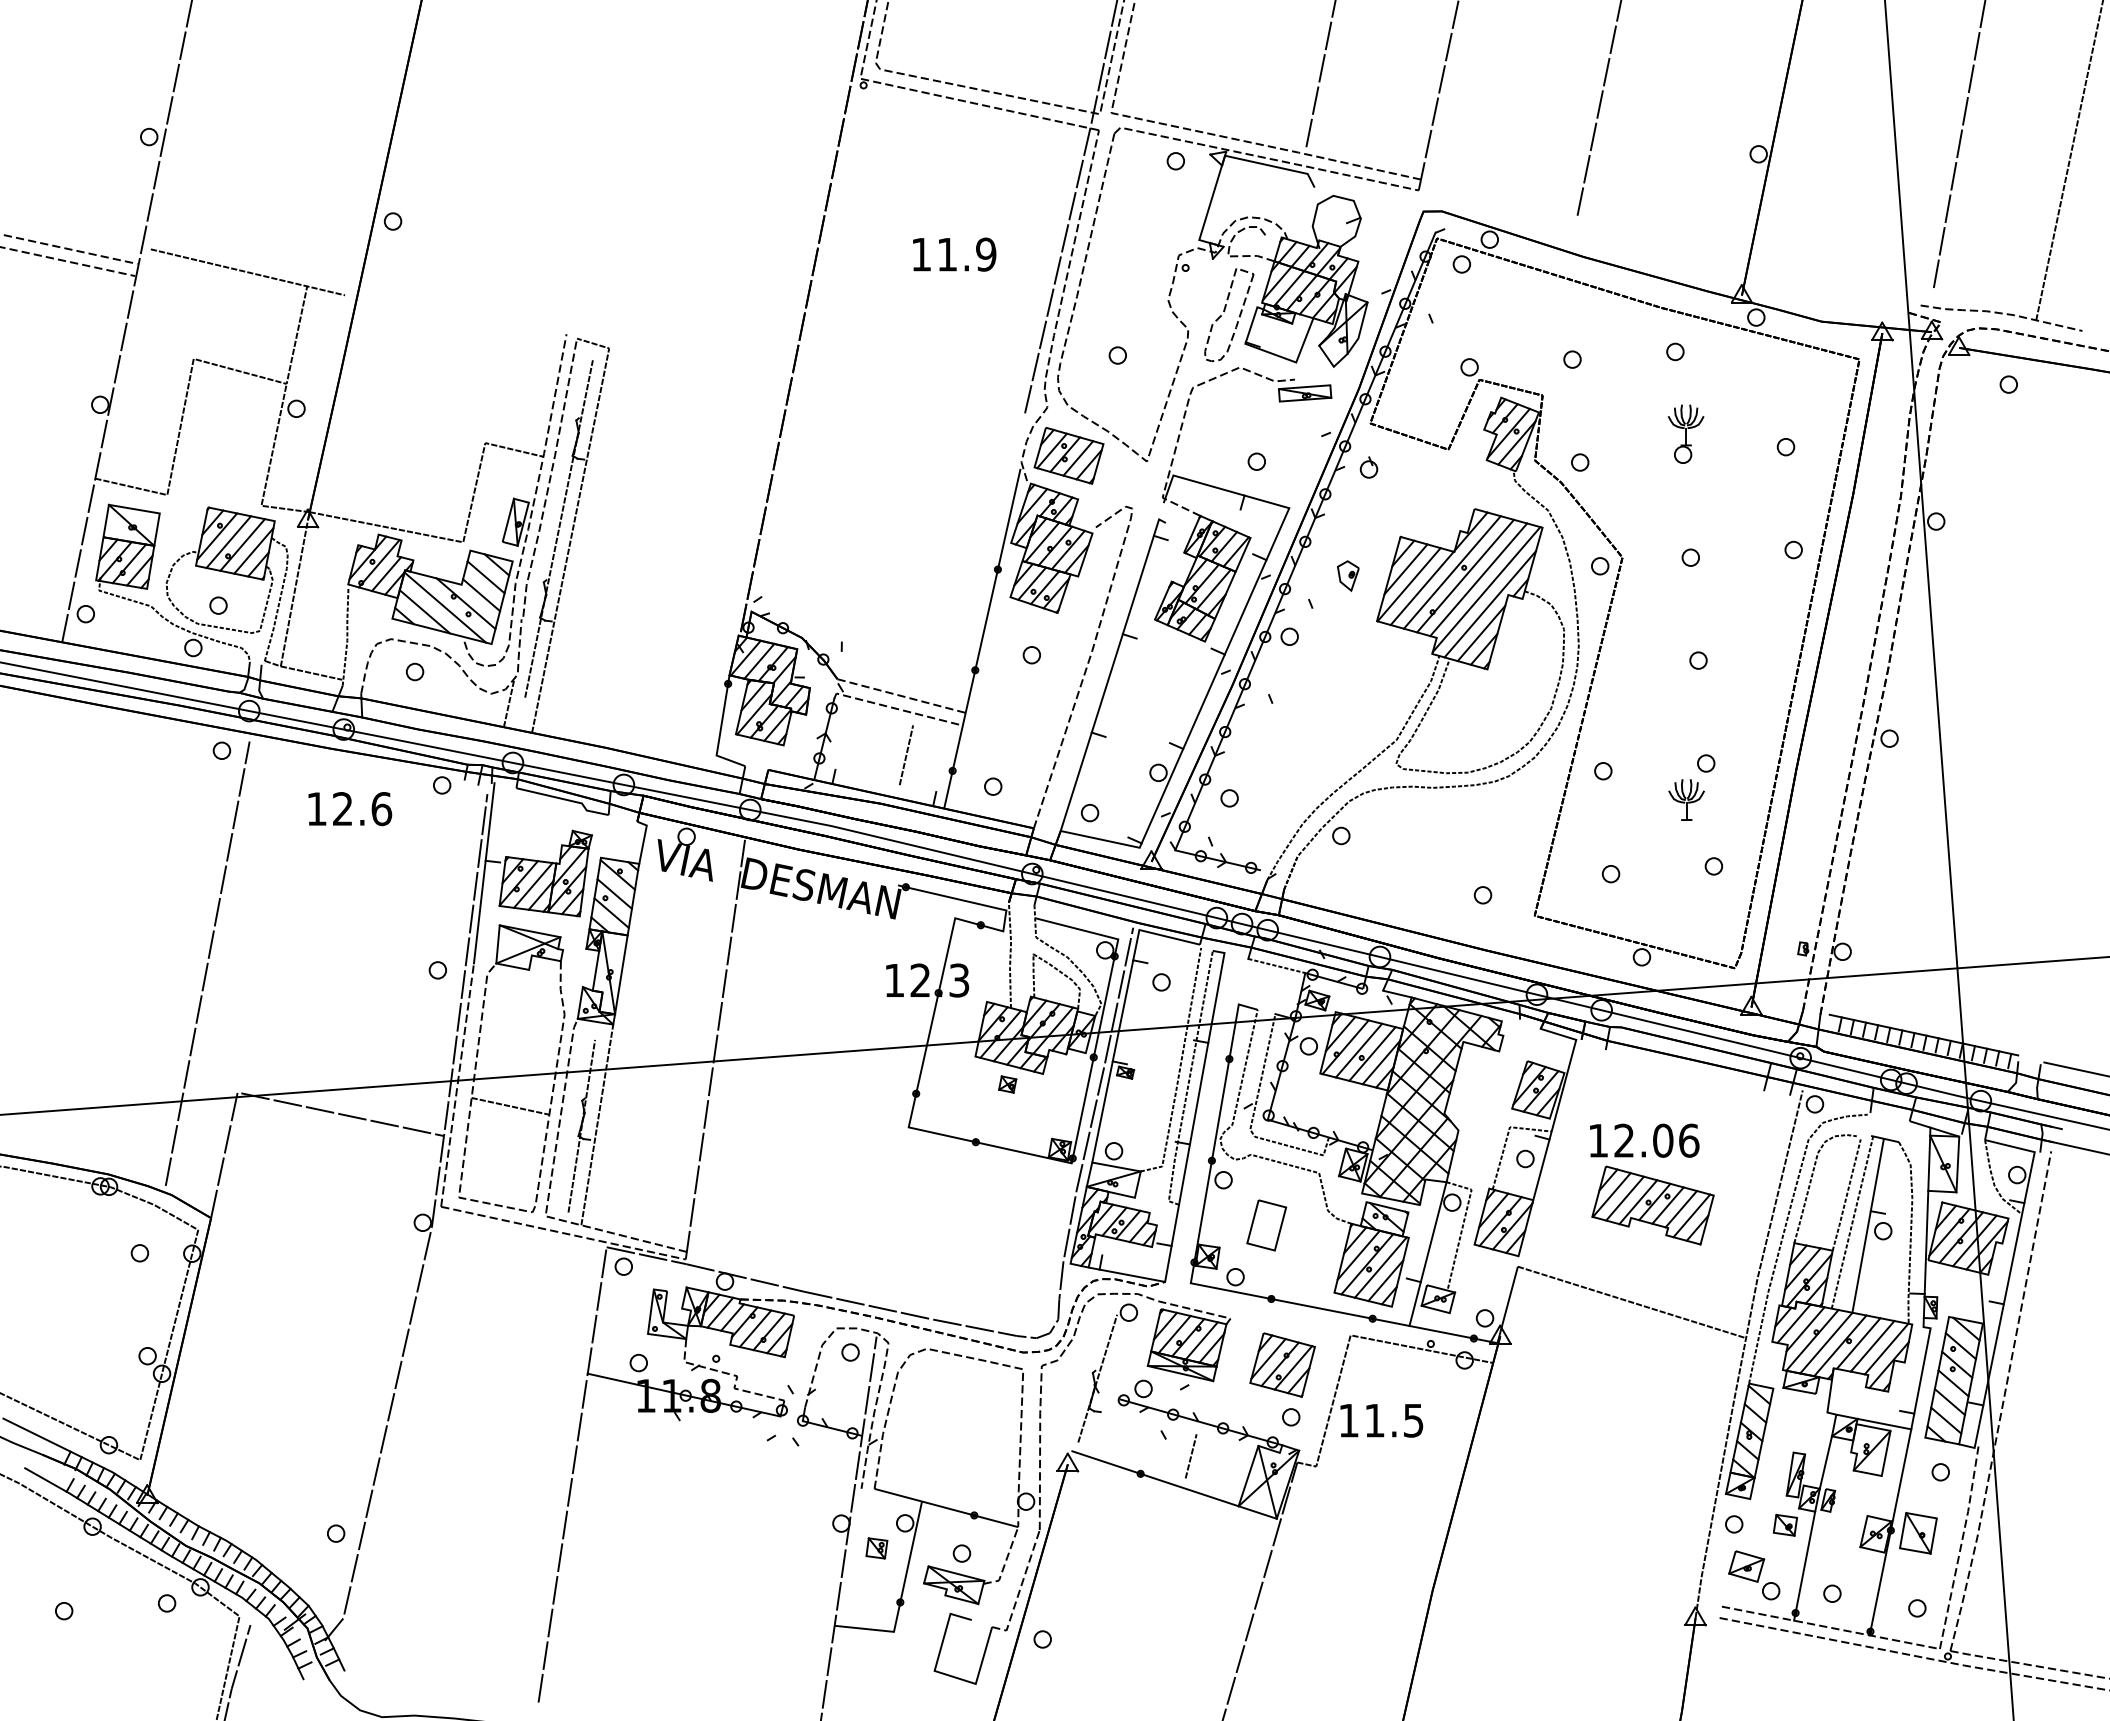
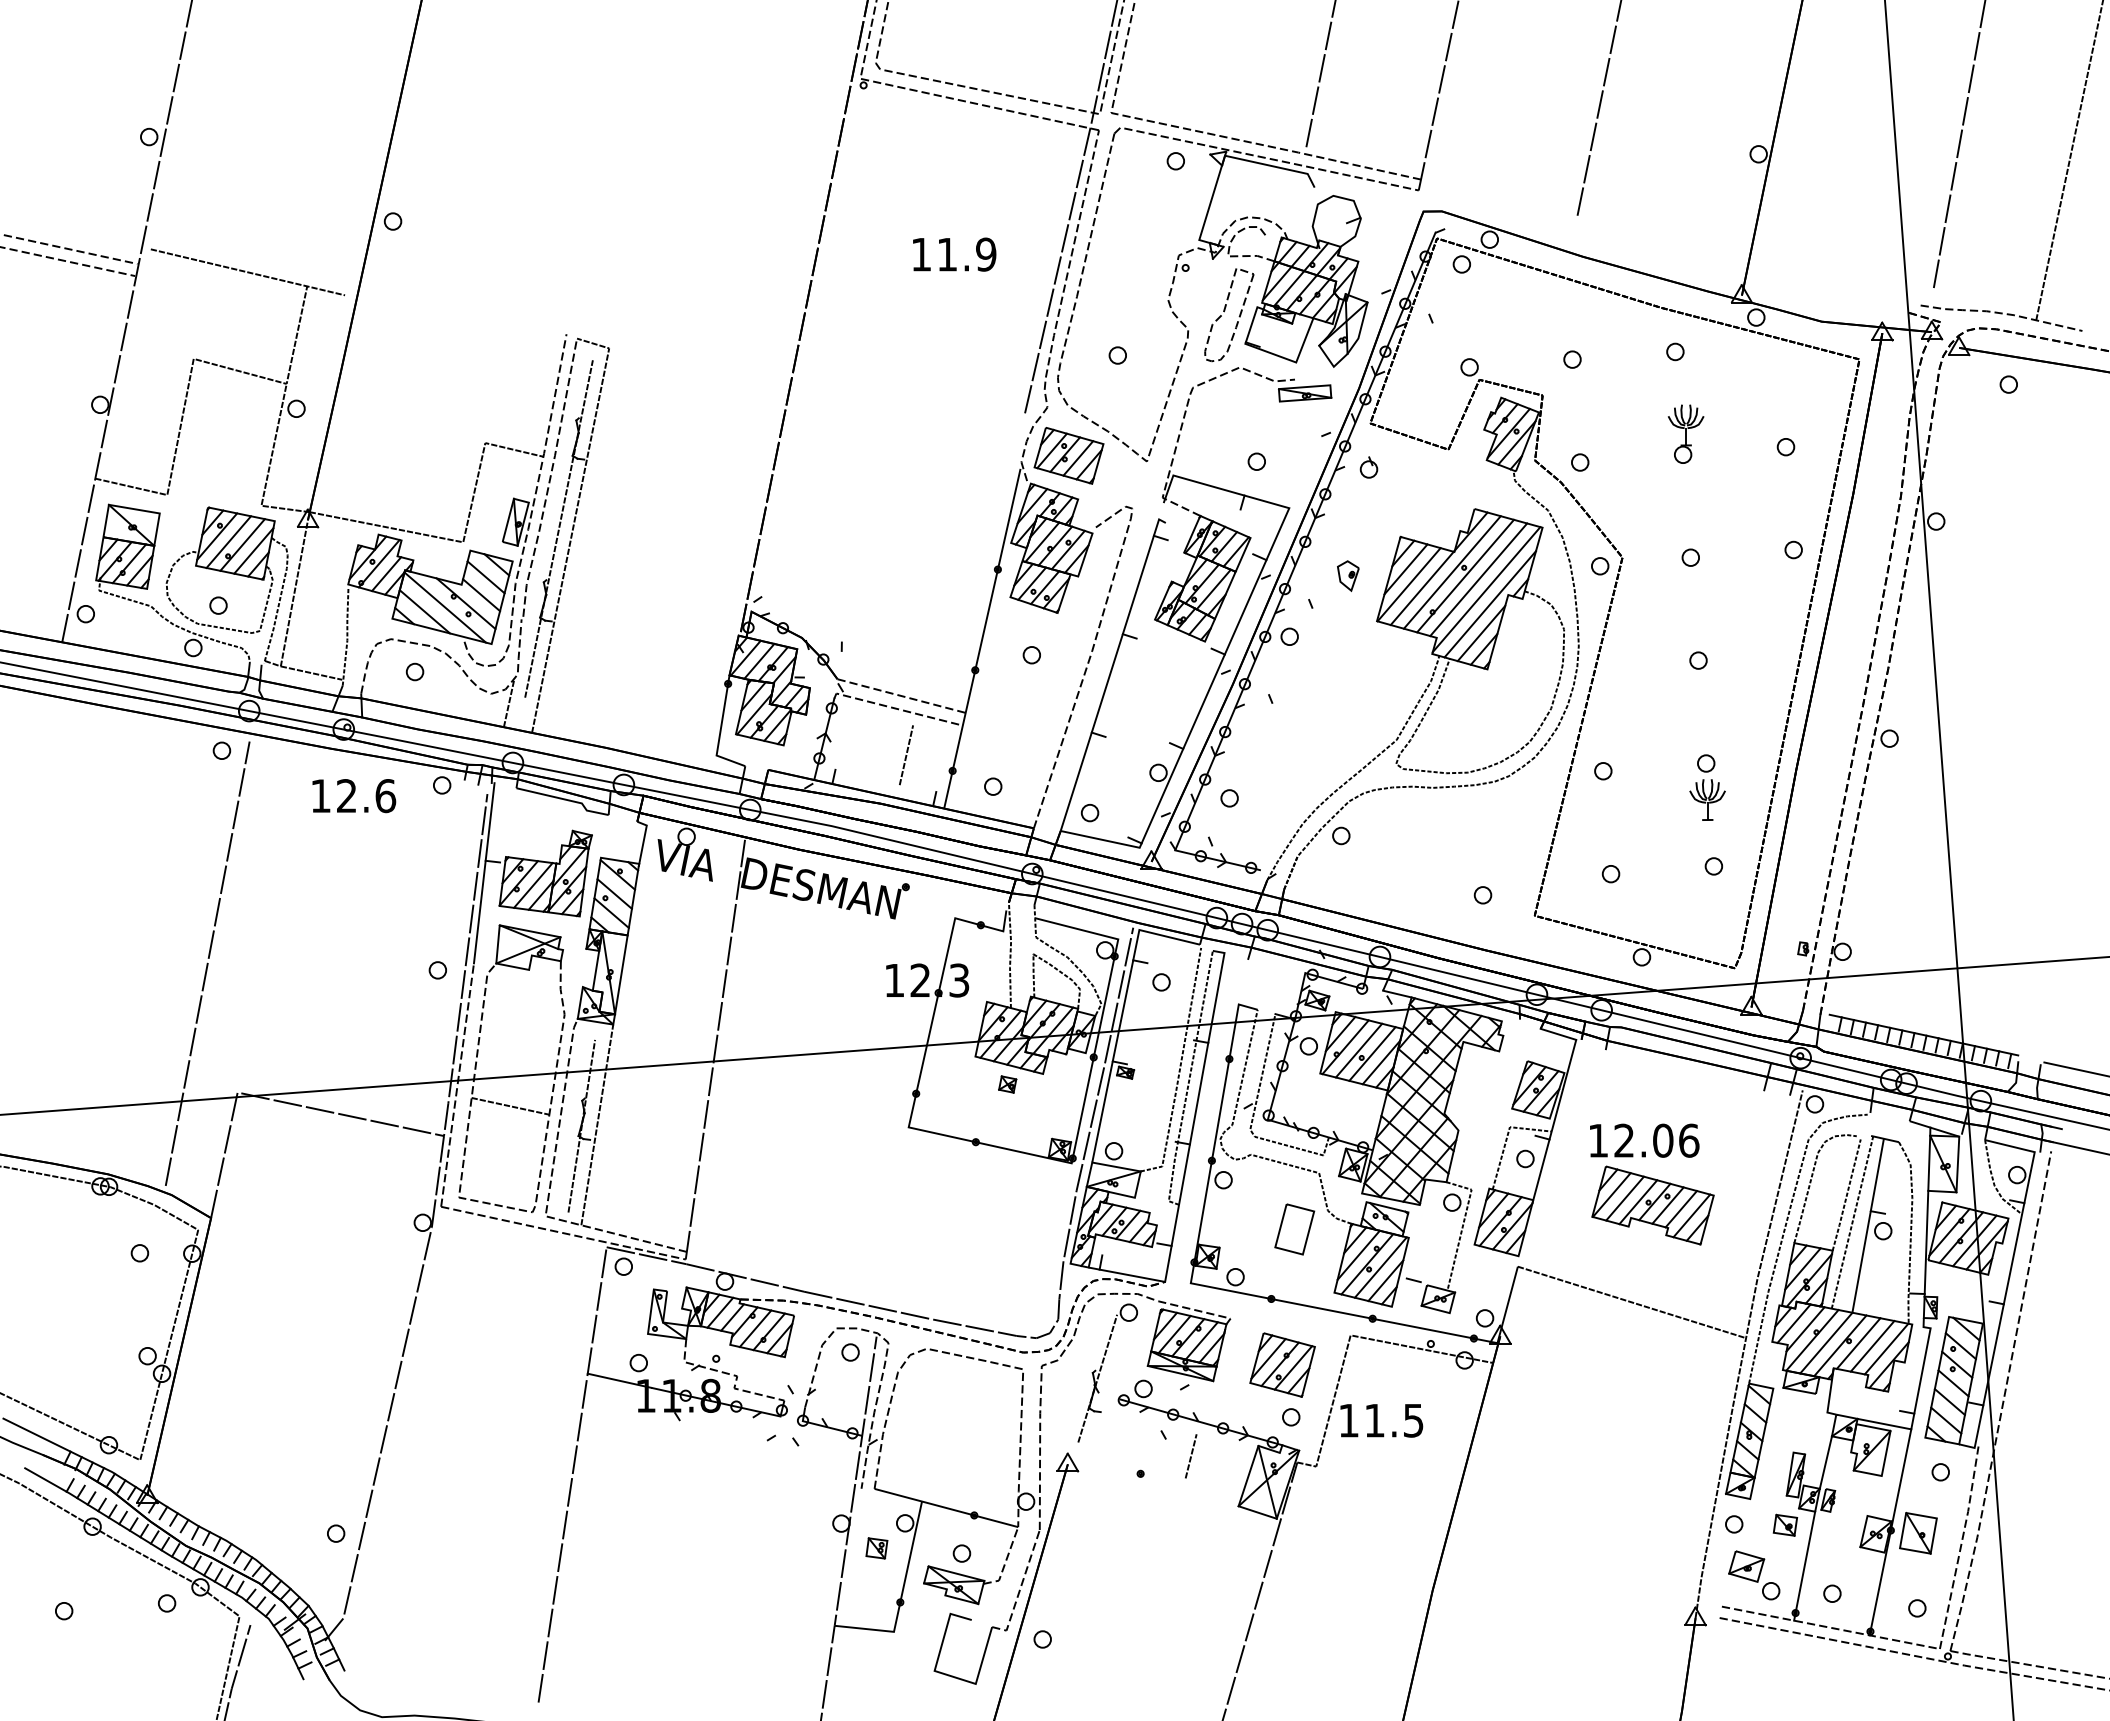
part at (1686, 799) position: (1686, 799) -> (1707, 799)
text at (350, 809) position: (350, 809) -> (354, 796)
line at (952, 897): present -> none
line at (1276, 965): present -> none
part at (1266, 1225) position: (1266, 1225) -> (1294, 1229)
line at (1427, 1253): present -> none
line at (1155, 1478): present -> none
